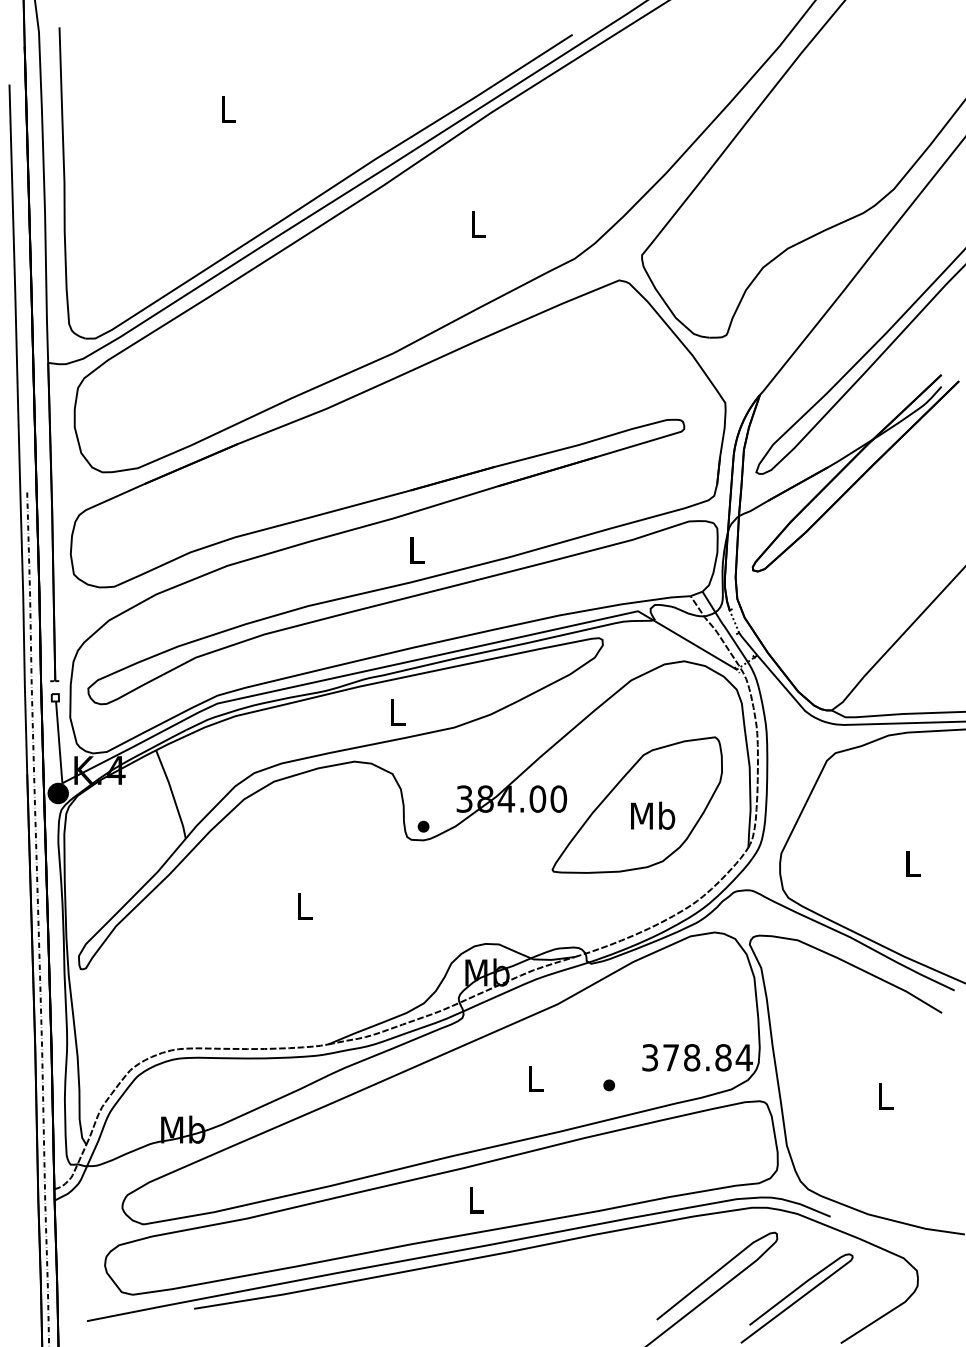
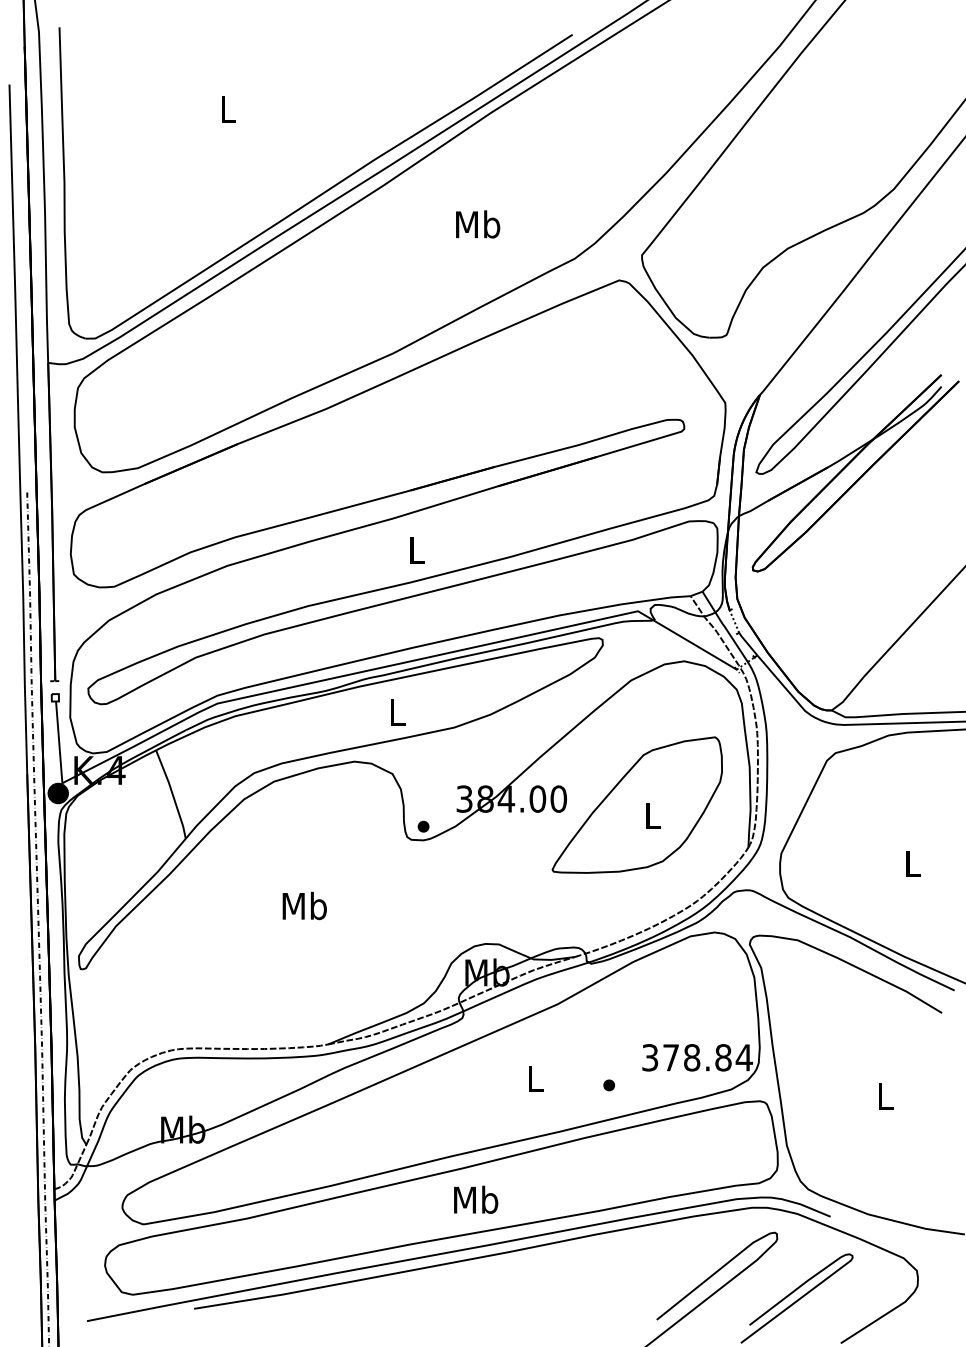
text at (478, 224): L -> Mb
text at (653, 815): Mb -> L
text at (304, 905): L -> Mb
text at (476, 1199): L -> Mb
